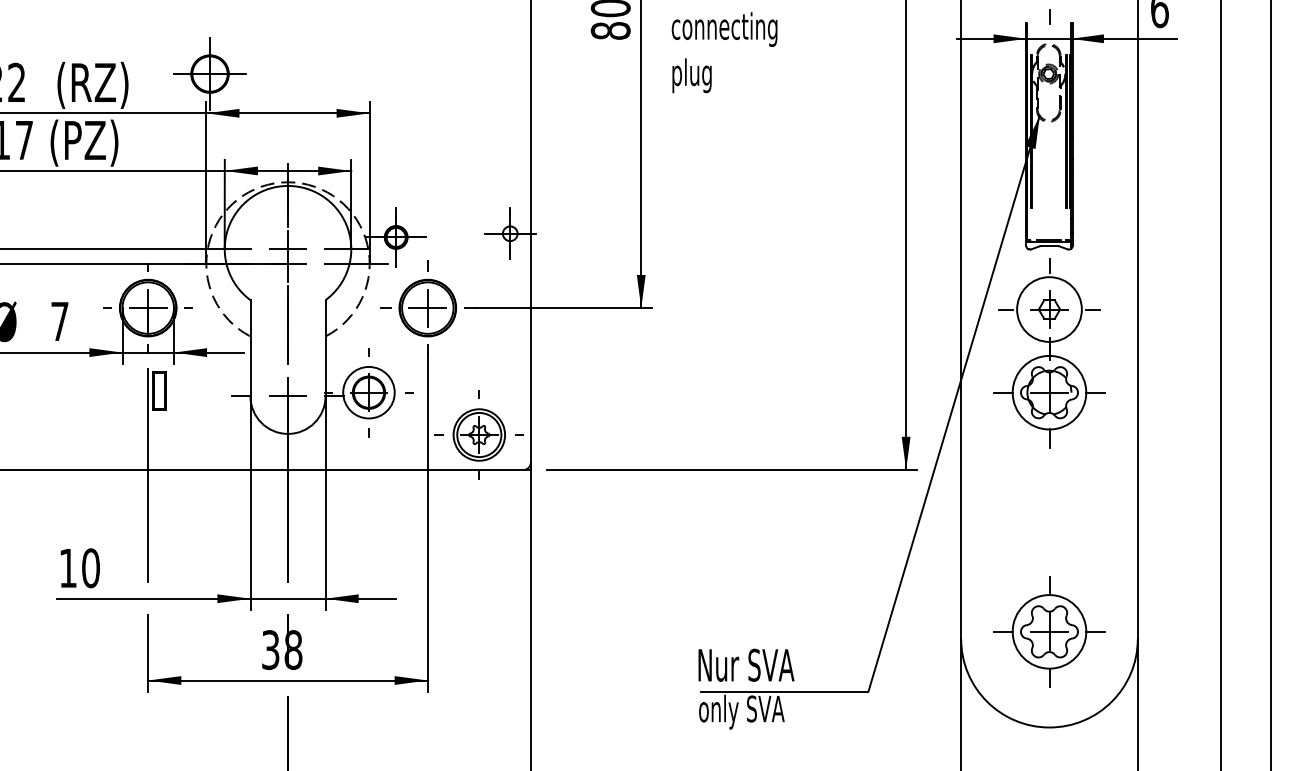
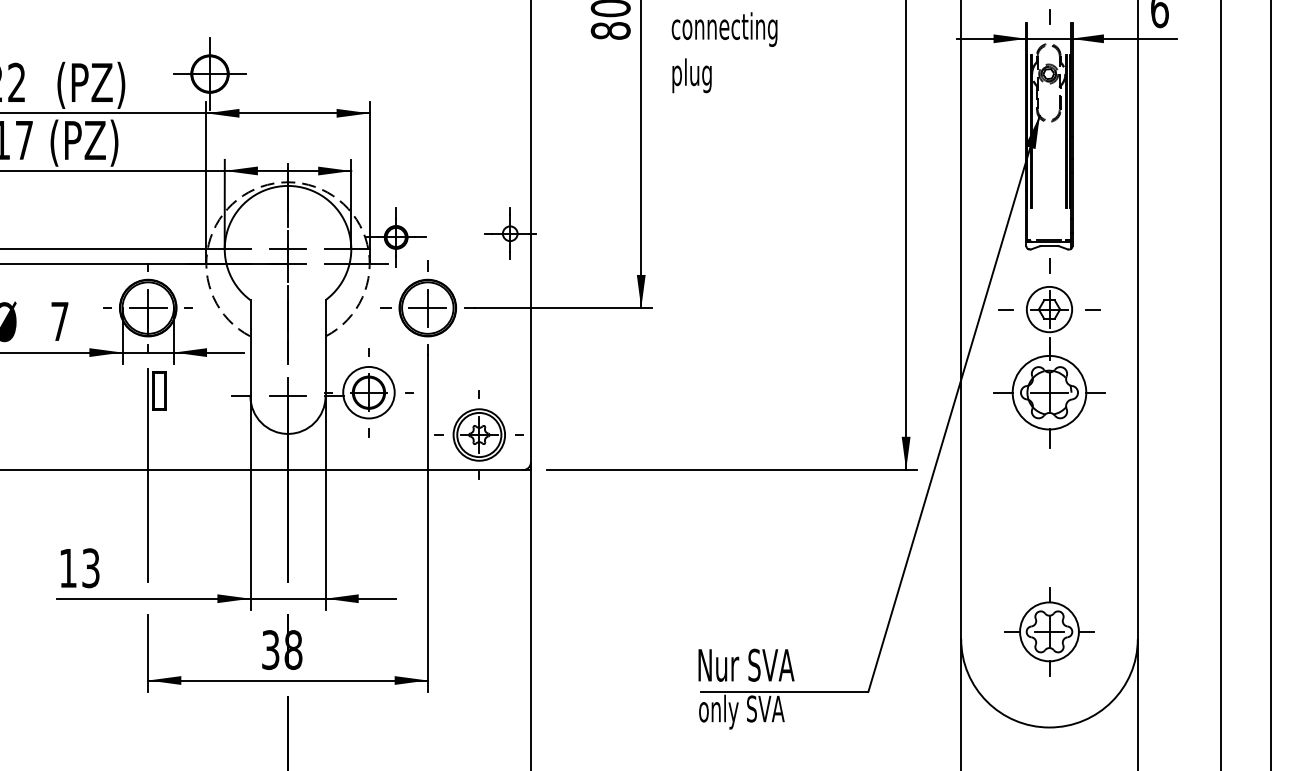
text at (101, 84): (RZ) -> (PZ)
circle at (1049, 309) diameter: 65 px -> 45 px
text at (90, 568): 10 -> 13
part at (1049, 631) size: 113x112 px -> 91x90 px
